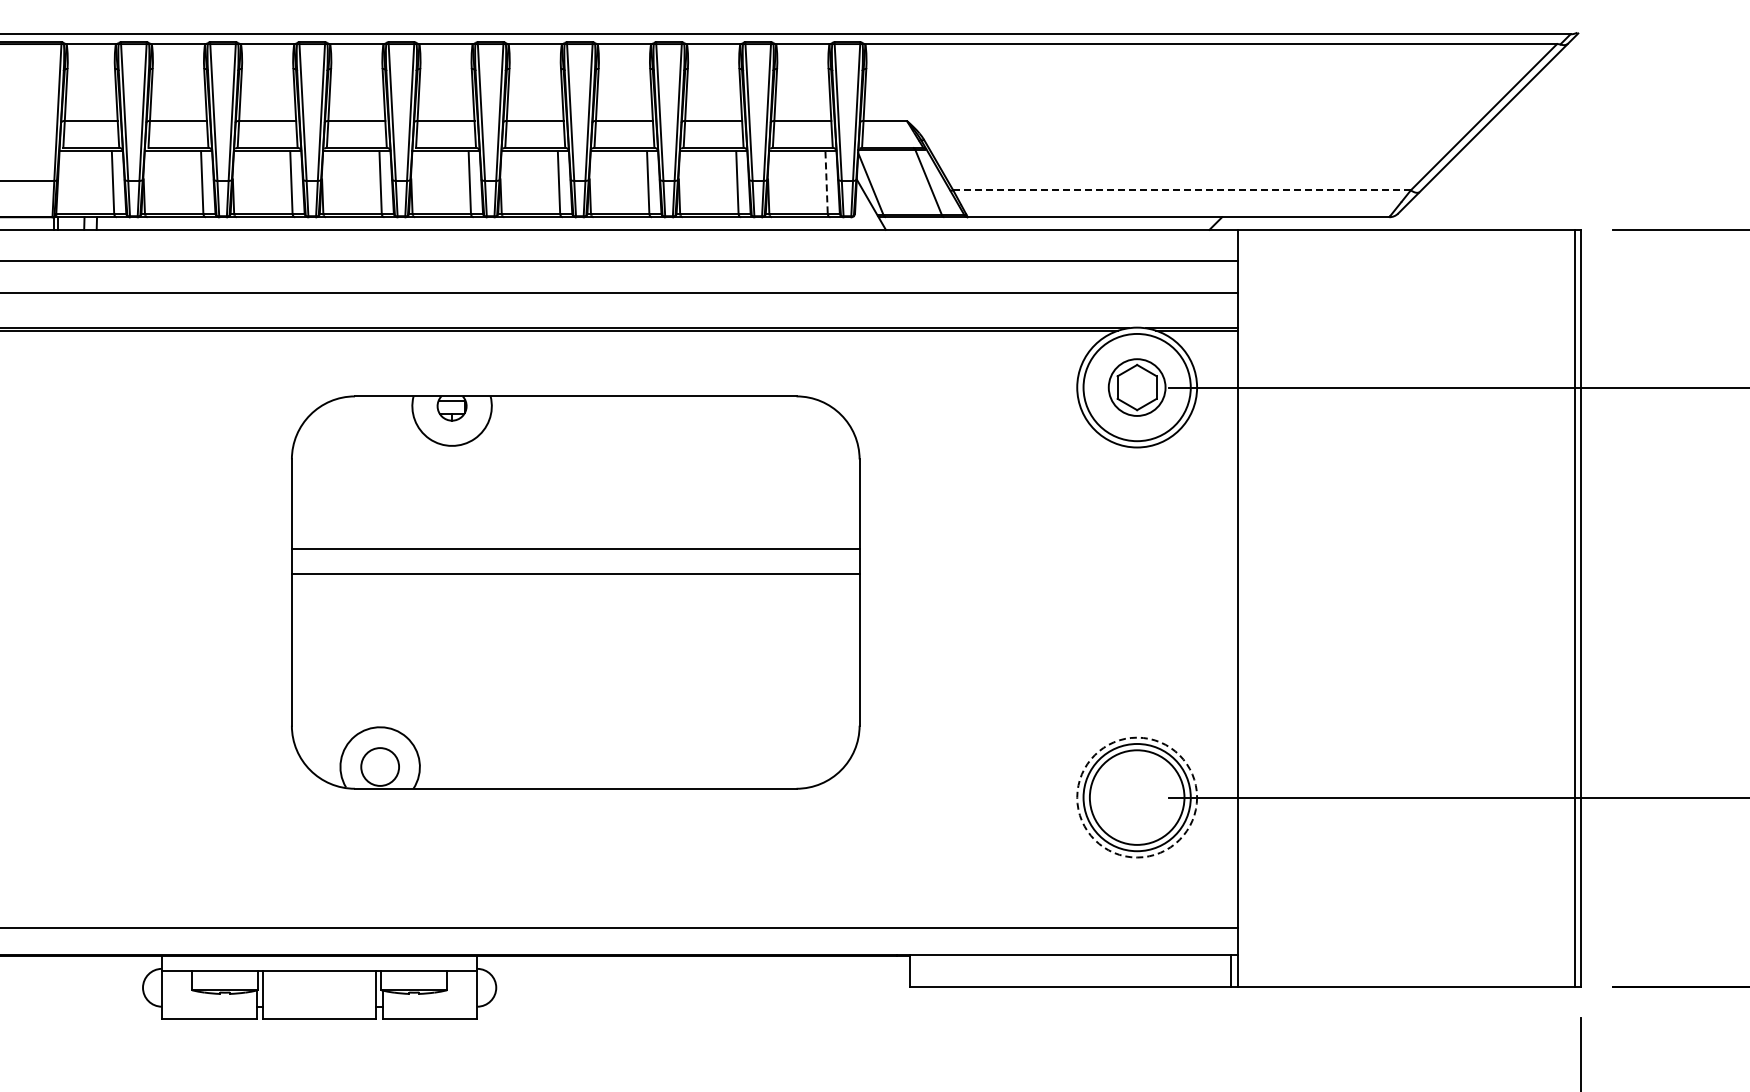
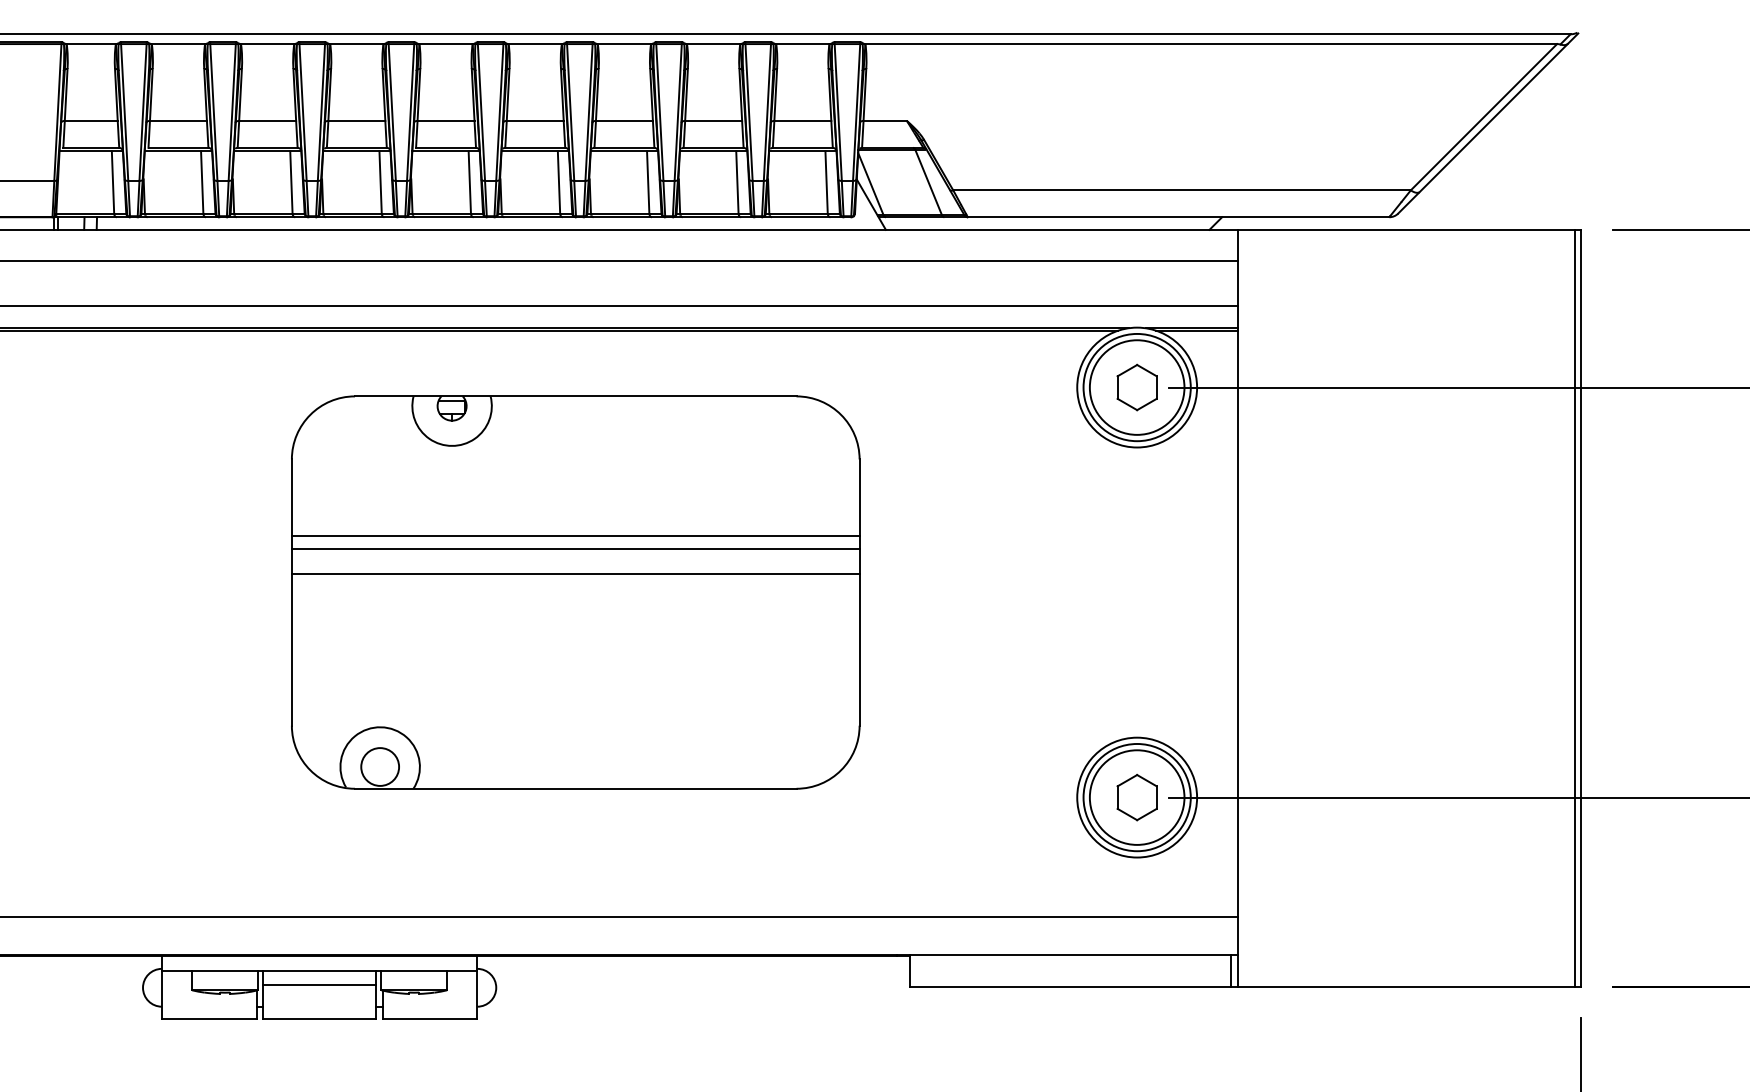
line at (826, 183): dashed -> solid
line at (1182, 190): dashed -> solid
line at (620, 292) position: (620, 292) -> (620, 305)
circle at (1136, 387) diameter: 57 px -> 95 px
line at (575, 536): none -> present
part at (1136, 797): none -> present
circle at (1137, 797): dashed -> solid
line at (620, 928) position: (620, 928) -> (620, 917)
line at (319, 985): none -> present
